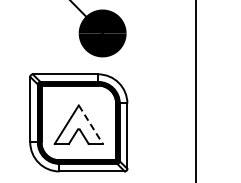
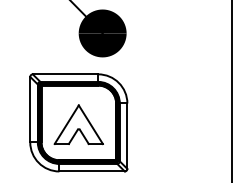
line at (196, 90) position: (196, 90) -> (232, 90)
line at (90, 124): dashed -> solid
